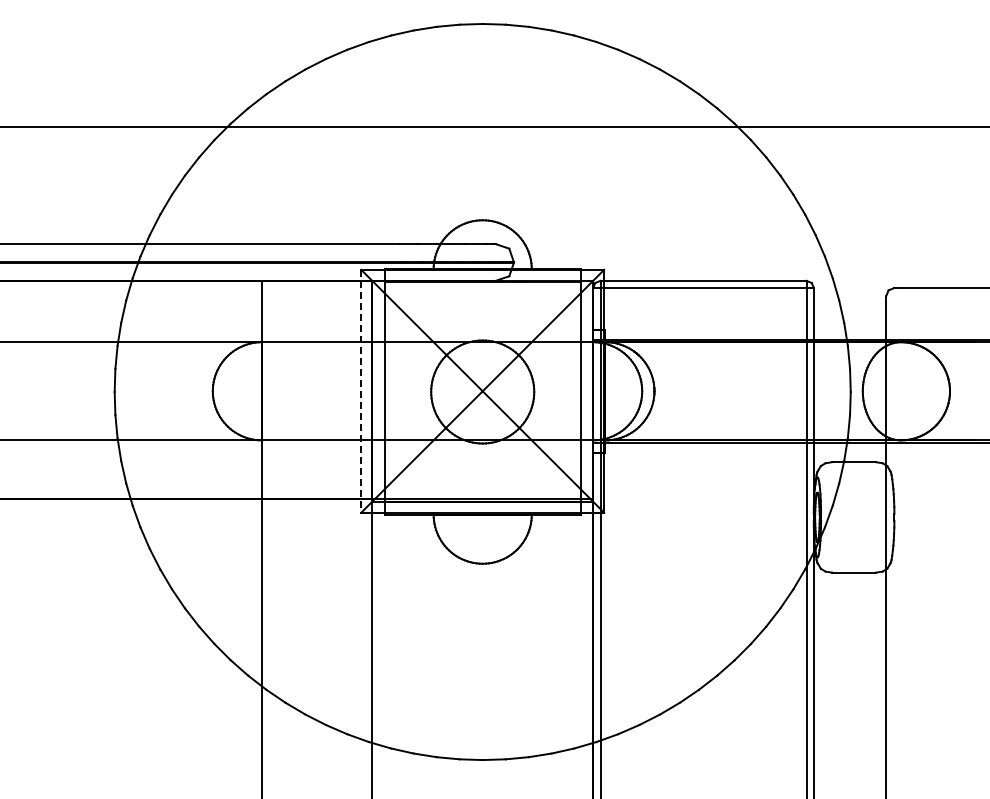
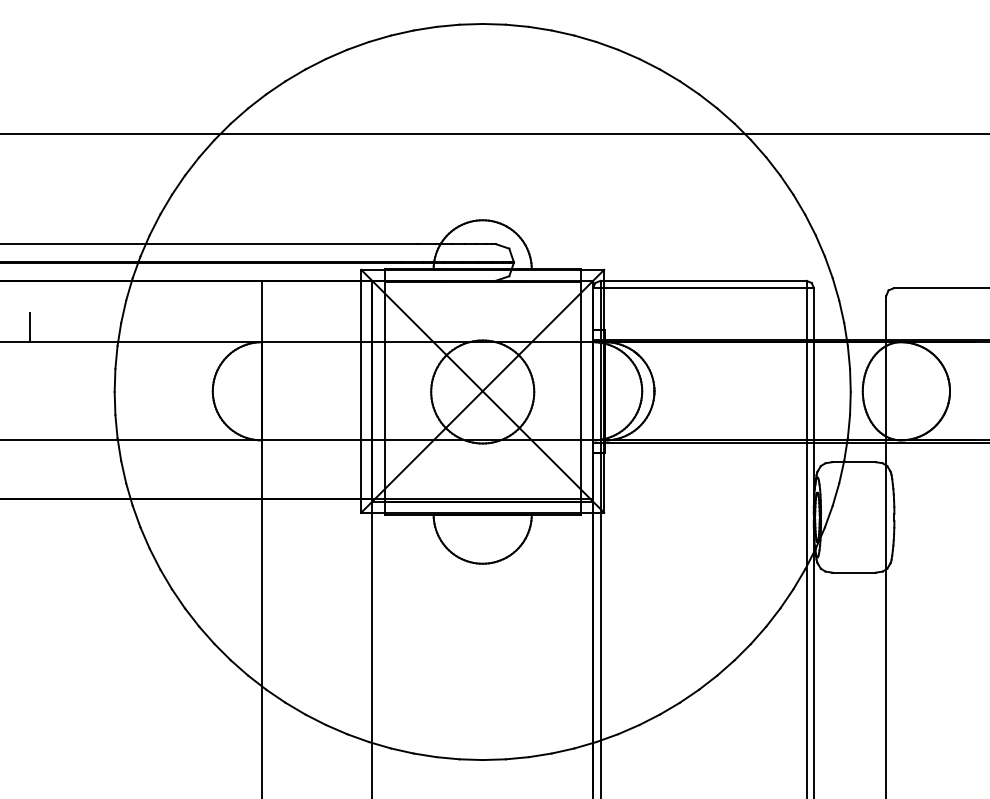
line at (494, 126) position: (494, 126) -> (494, 133)
line at (29, 327): none -> present
line at (361, 391): dashed -> solid
